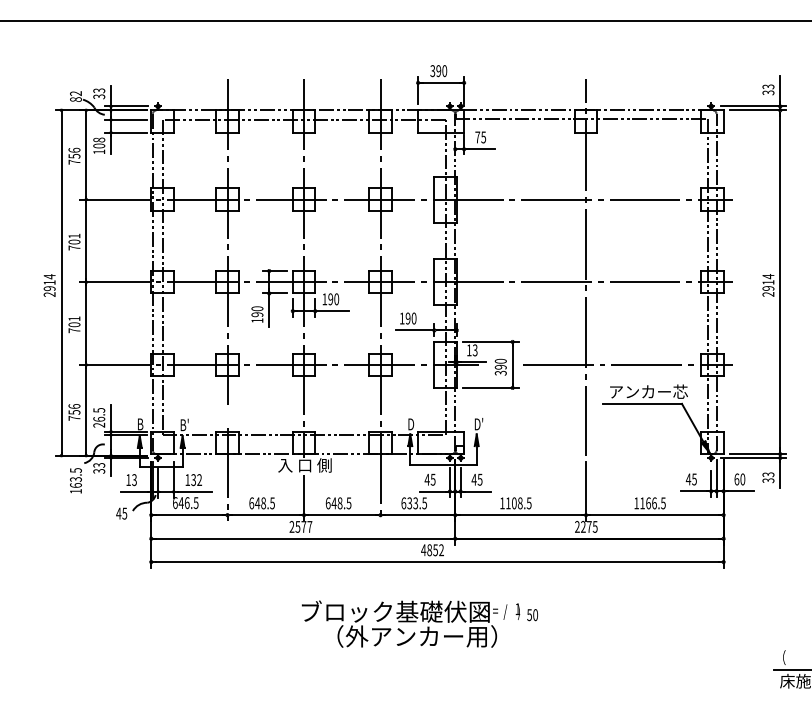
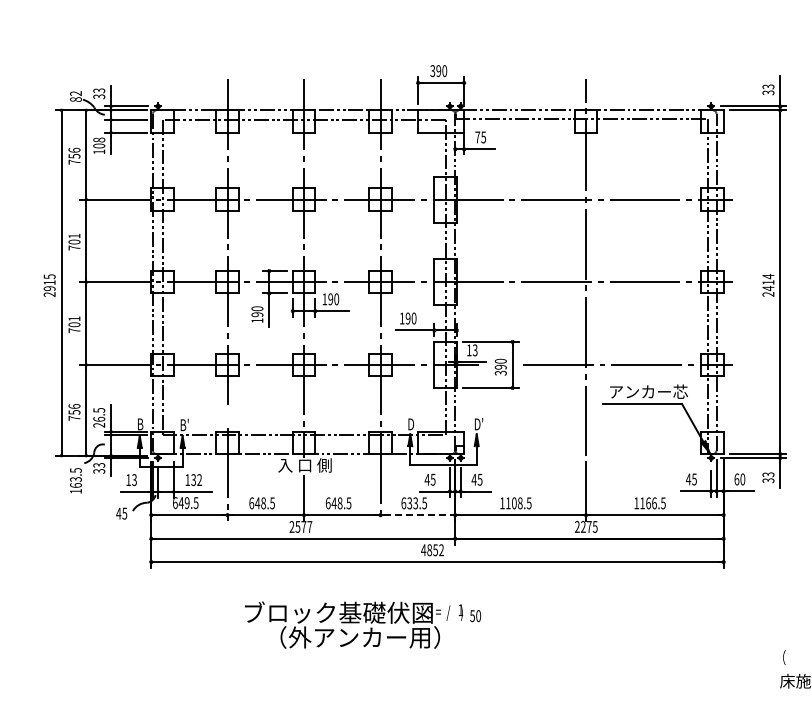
line at (405, 21): present -> none
text at (49, 276): 2914 -> 2915
text at (768, 288): 2914 -> 2414
text at (186, 503): 646.5 -> 649.5
line at (418, 515): solid -> dashed
text at (419, 623) position: (419, 623) -> (362, 624)
line at (791, 669): present -> none
